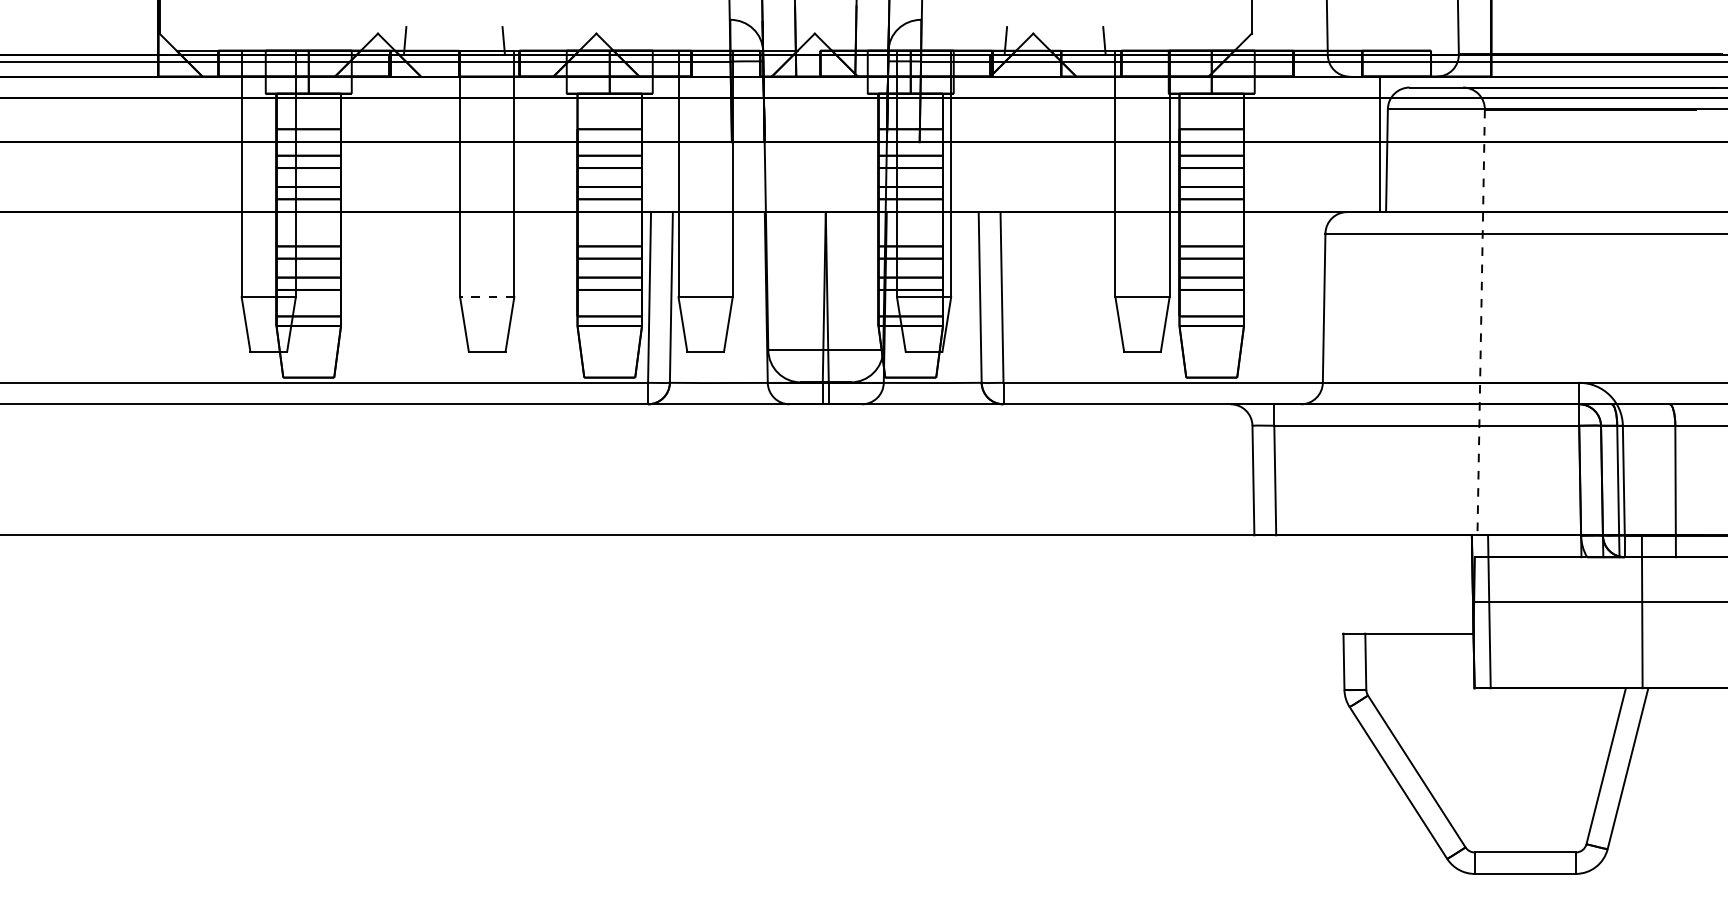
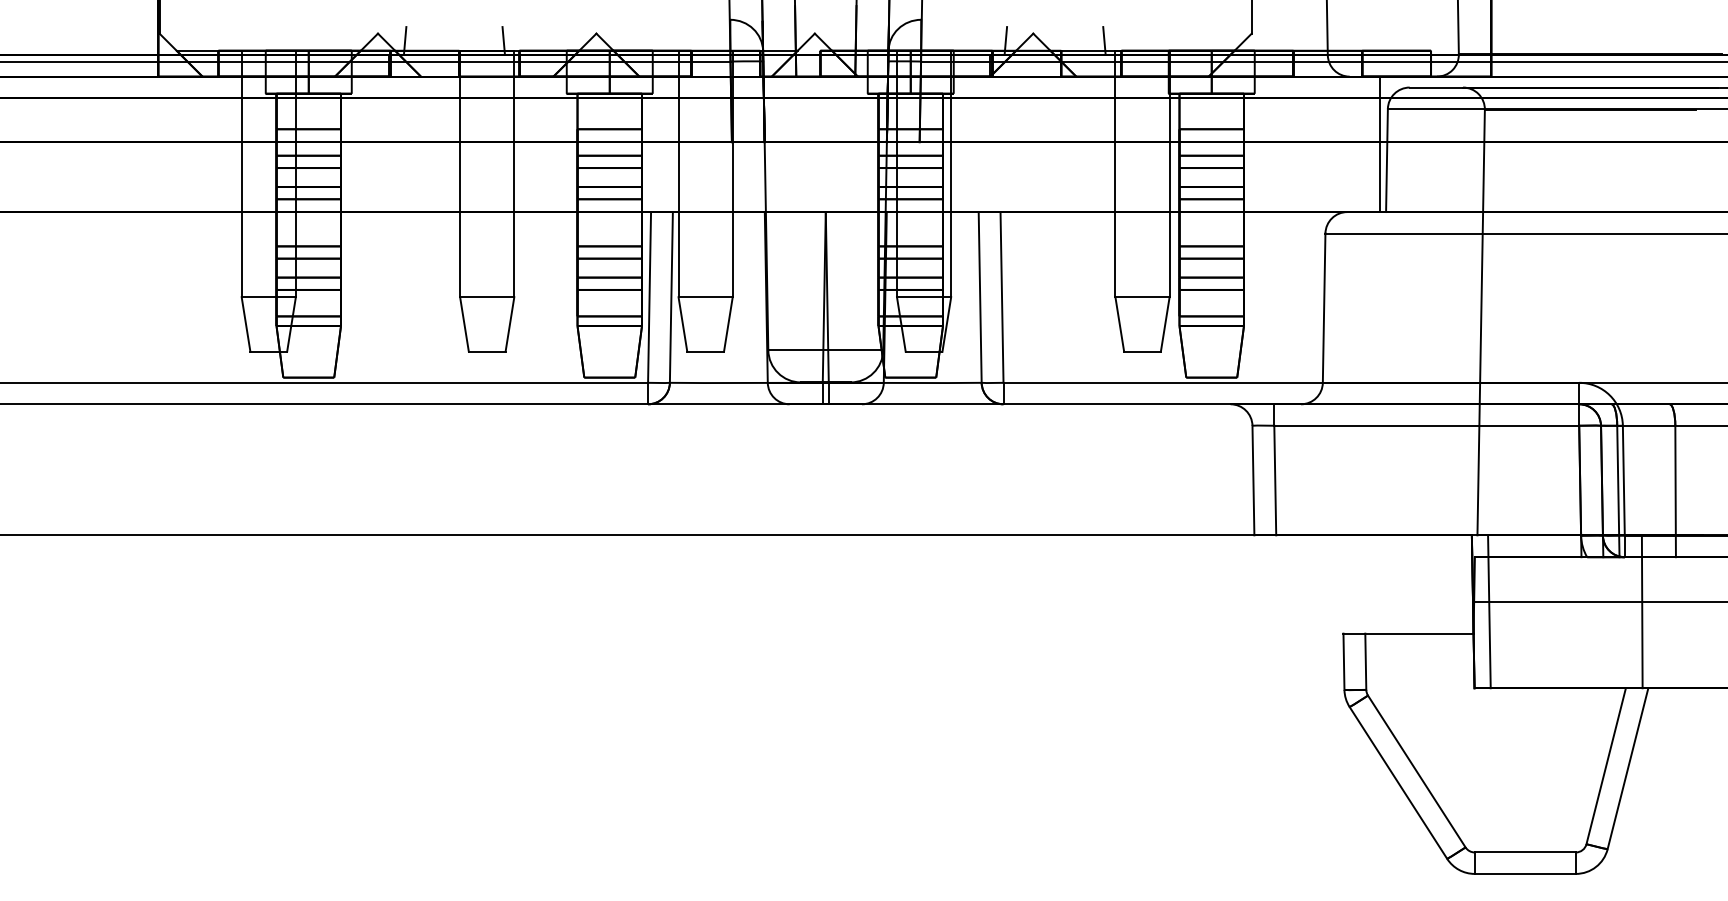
line at (486, 297): dashed -> solid
line at (1481, 322): dashed -> solid
